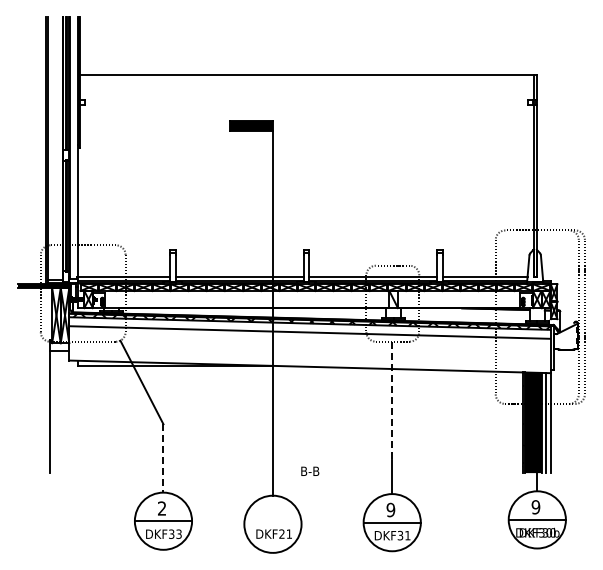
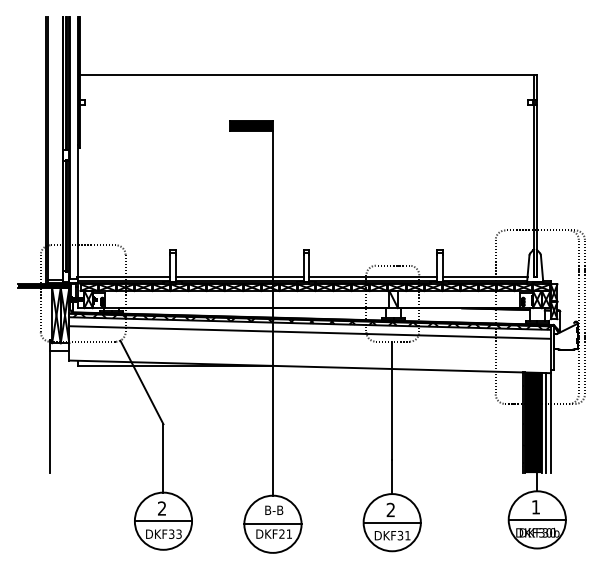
line at (392, 400): dashed -> solid
line at (163, 458): dashed -> solid
text at (310, 470) position: (310, 470) -> (274, 509)
text at (535, 507): 9 -> 1
text at (390, 510): 9 -> 2
line at (272, 524): none -> present
